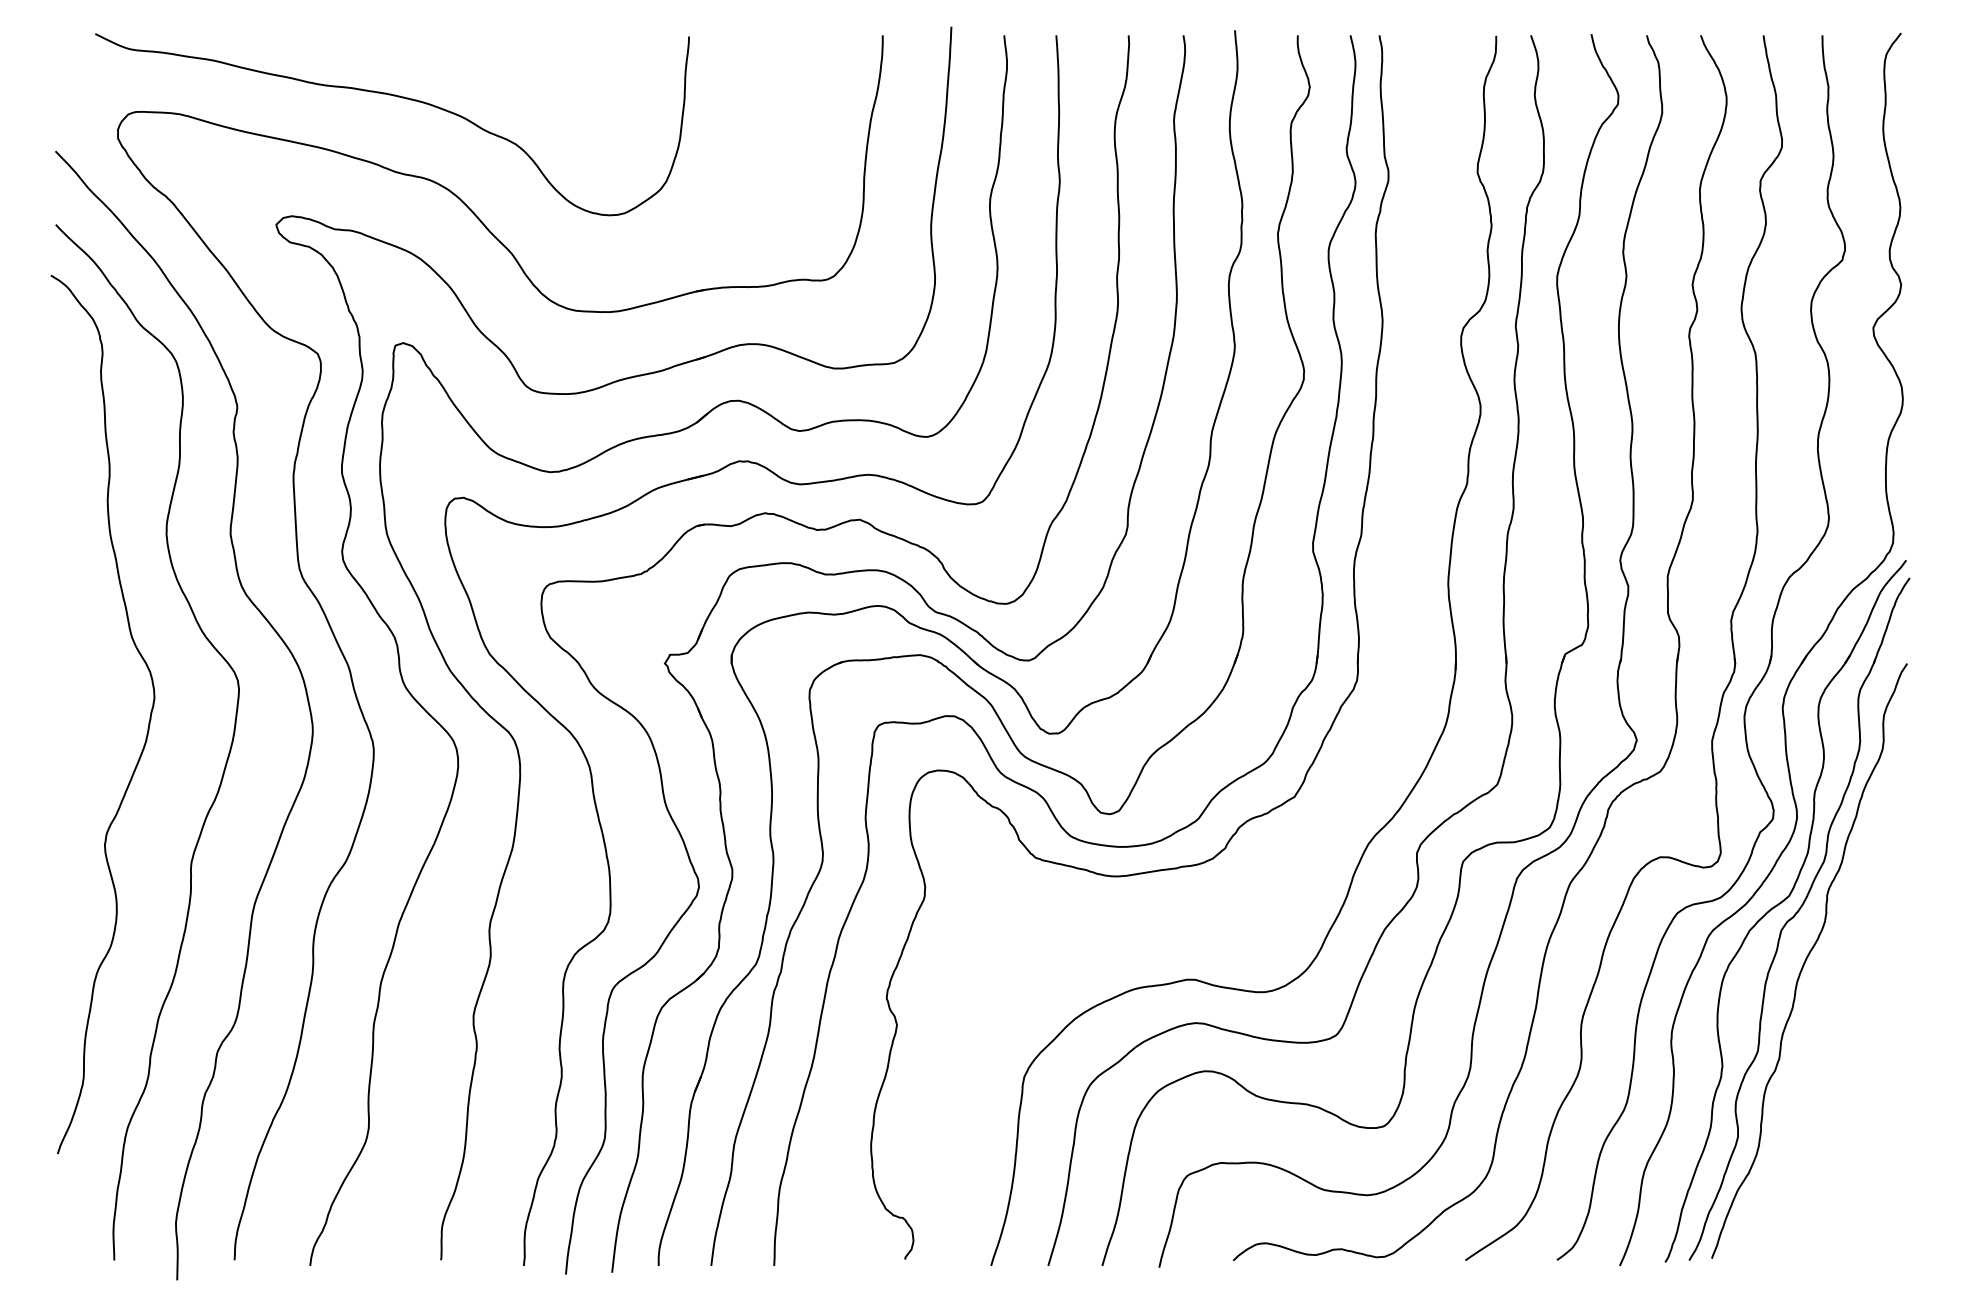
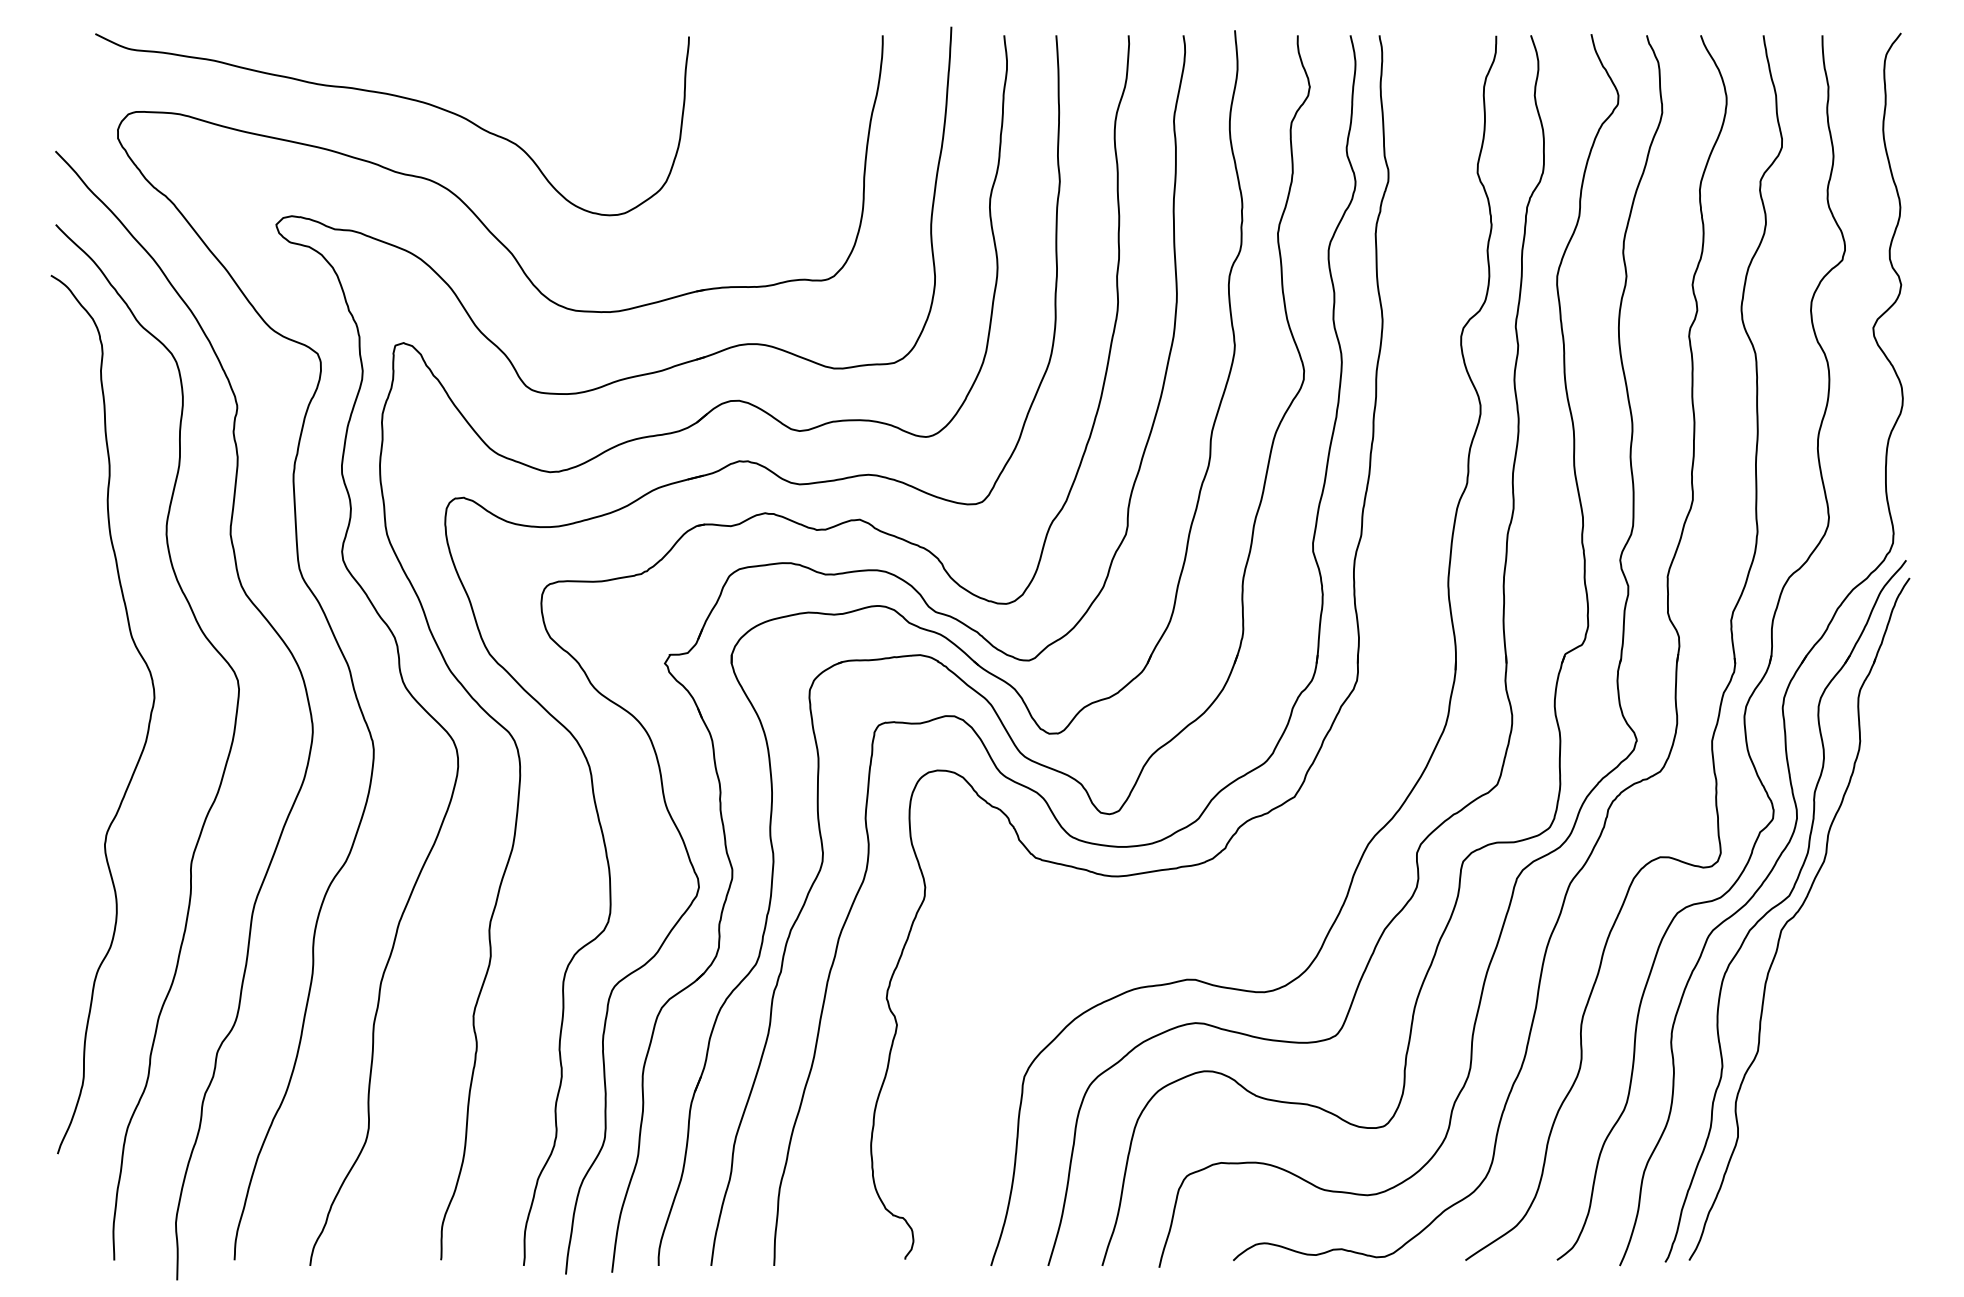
curve at (1807, 959): present -> none
